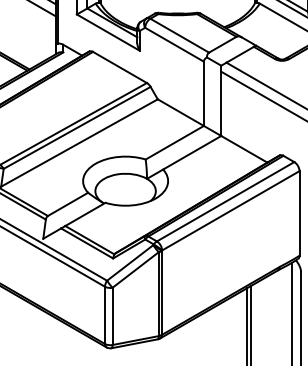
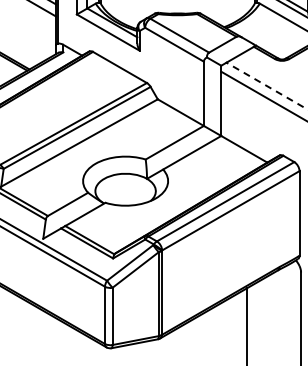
line at (267, 86): solid -> dashed
line at (292, 312): present -> none
line at (250, 324): present -> none
